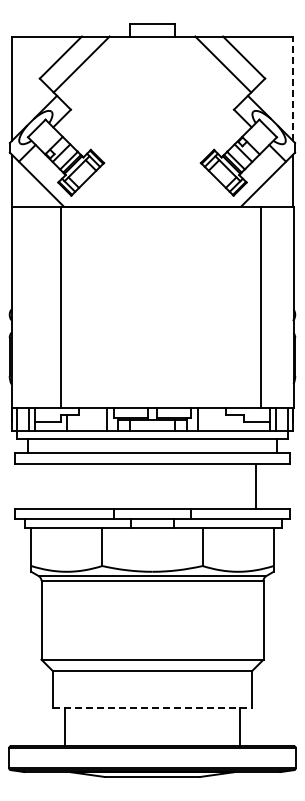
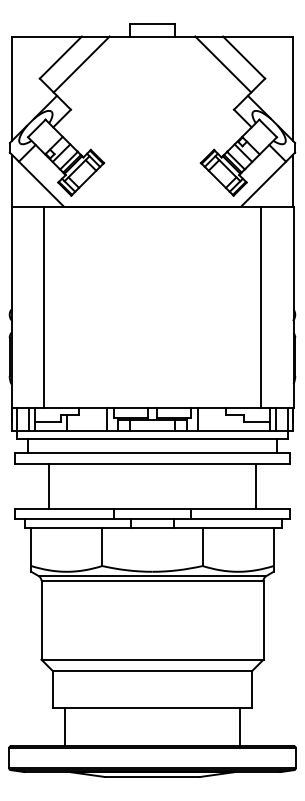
line at (292, 88): dashed -> solid
line at (61, 307) position: (61, 307) -> (44, 307)
line at (48, 486): none -> present
line at (152, 708): dashed -> solid
